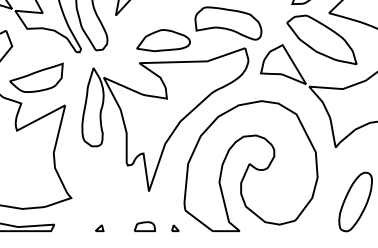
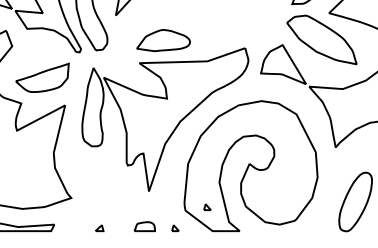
part at (228, 23): present -> none
part at (36, 77) position: (36, 77) -> (42, 77)
part at (207, 206): none -> present
